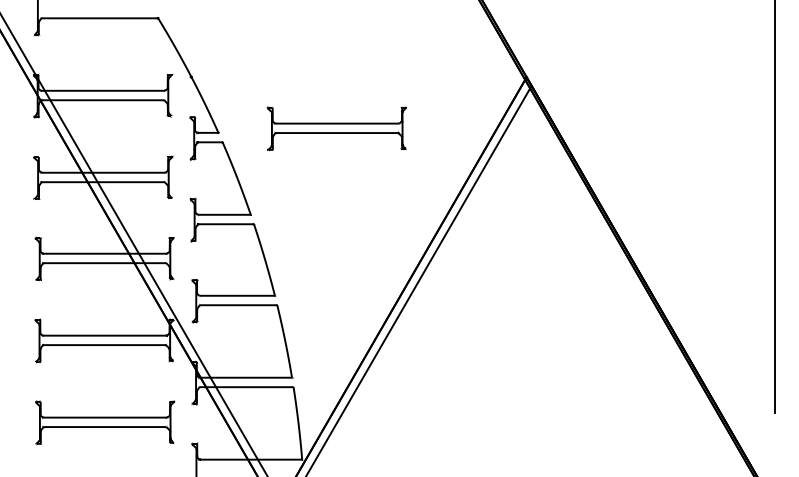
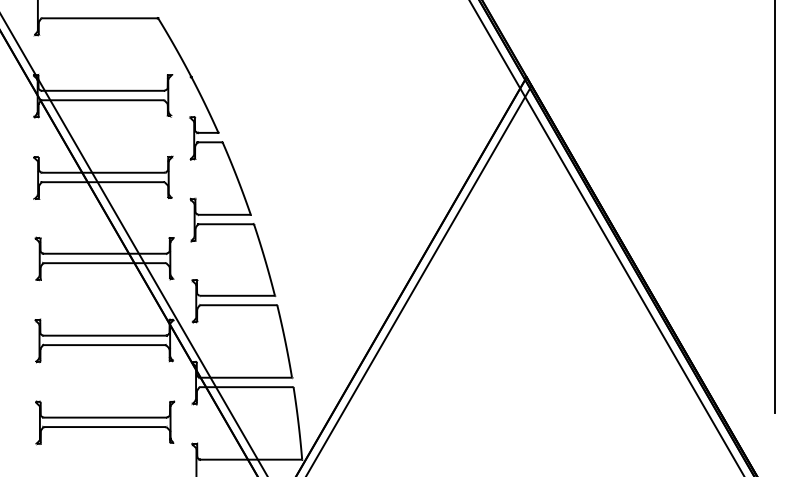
part at (337, 128): present -> none
line at (606, 237): none -> present
